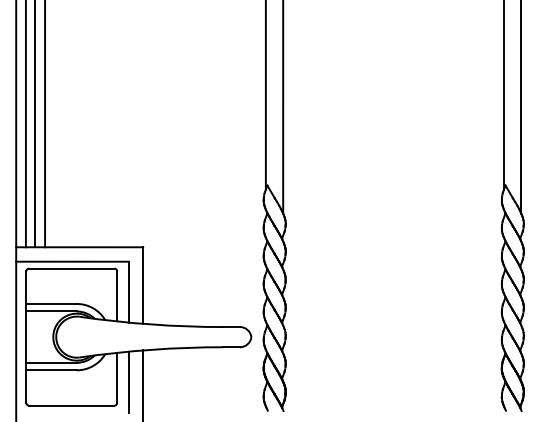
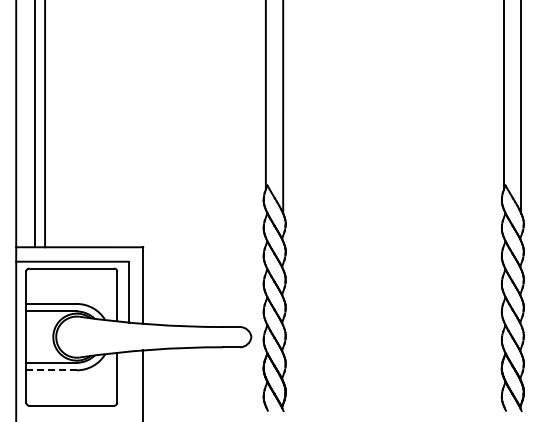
line at (25, 124): present -> none
line at (52, 370): solid -> dashed
line at (128, 382): present -> none
